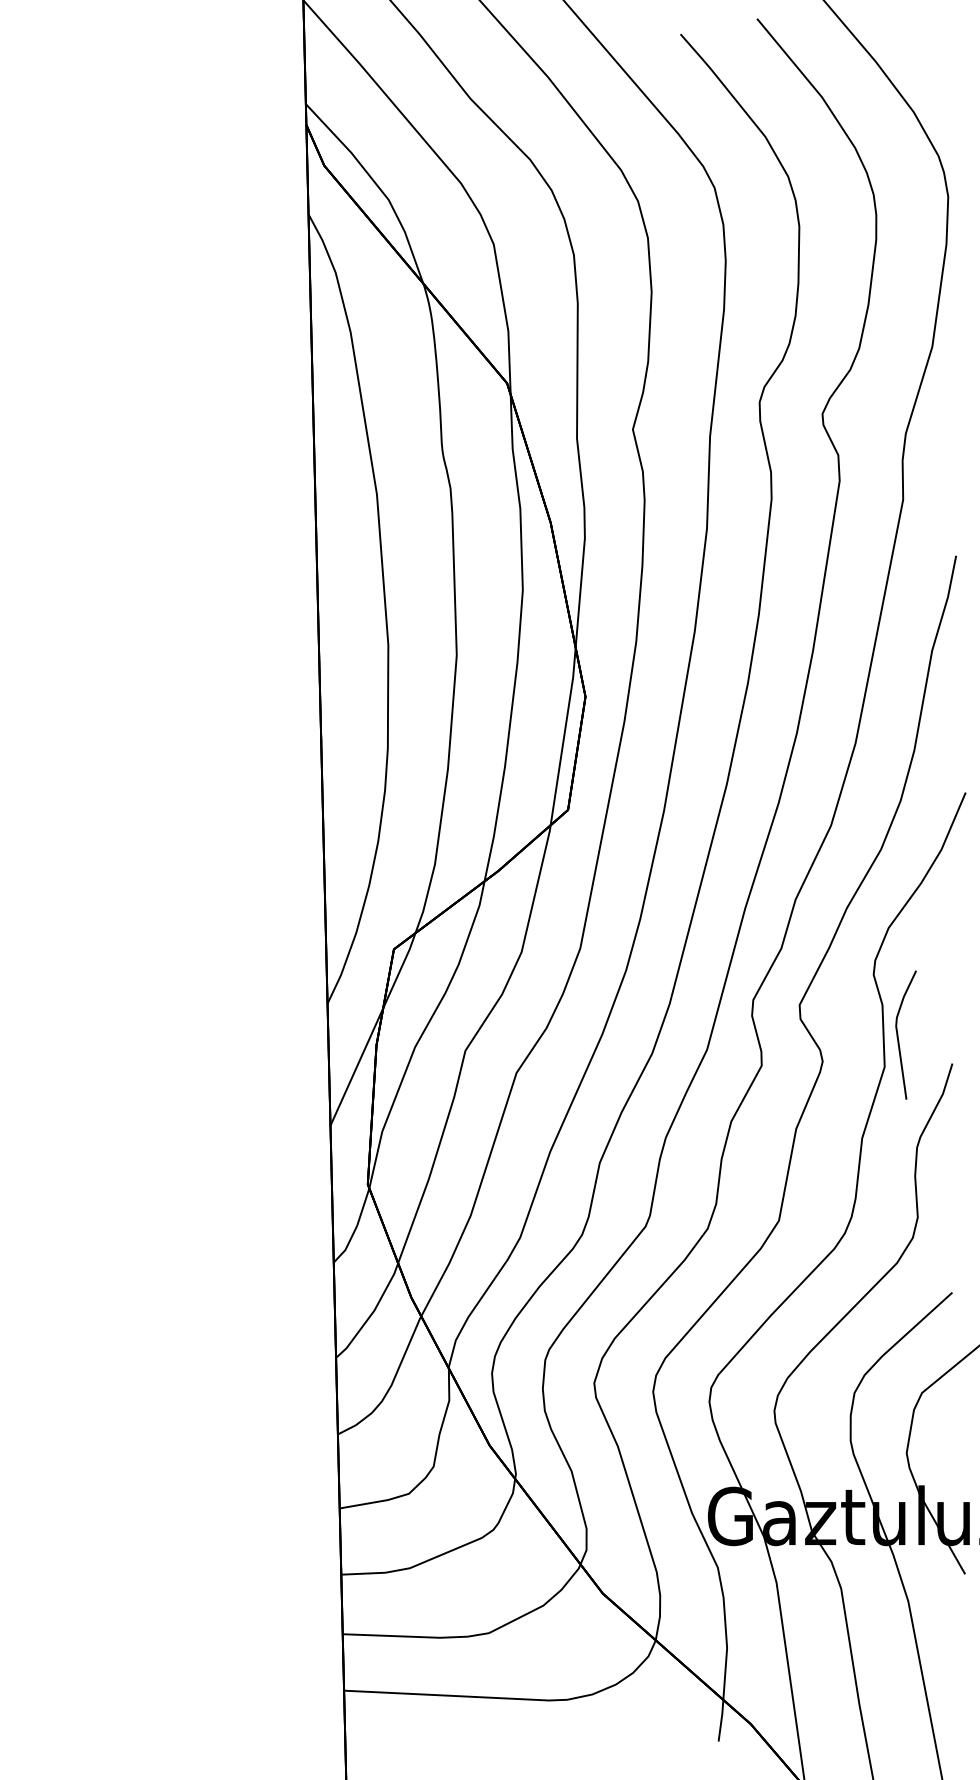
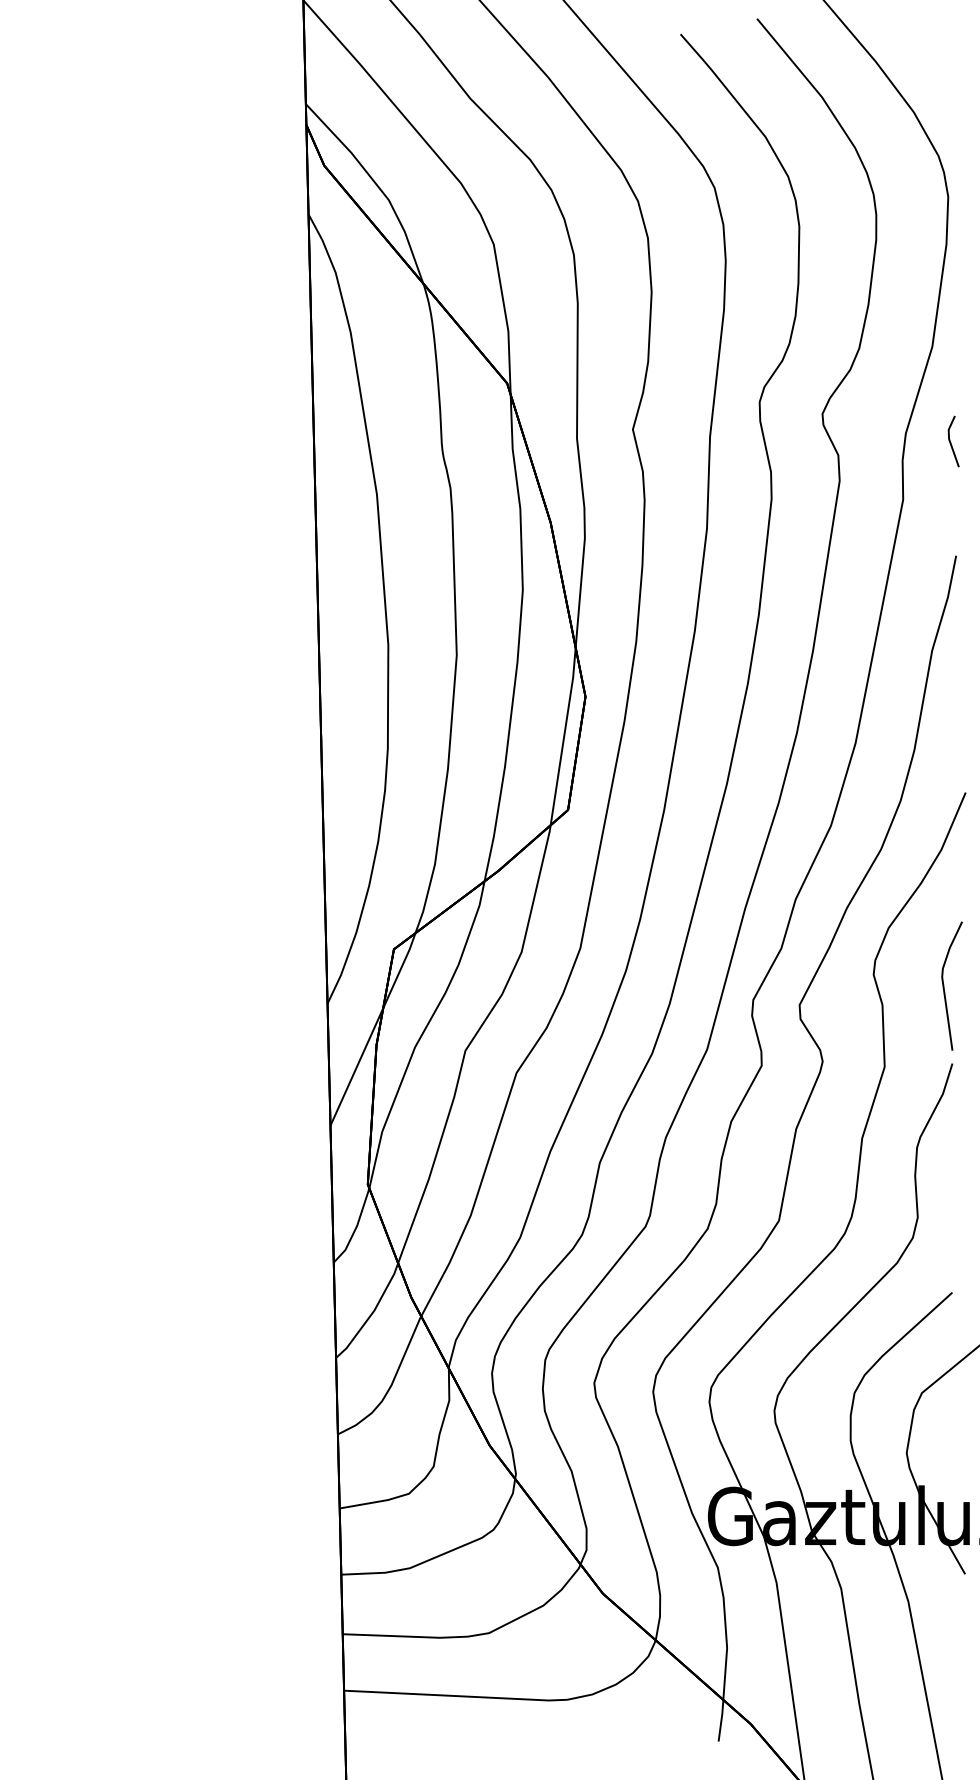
line at (951, 442): none -> present
line at (898, 1034) position: (898, 1034) -> (944, 985)
